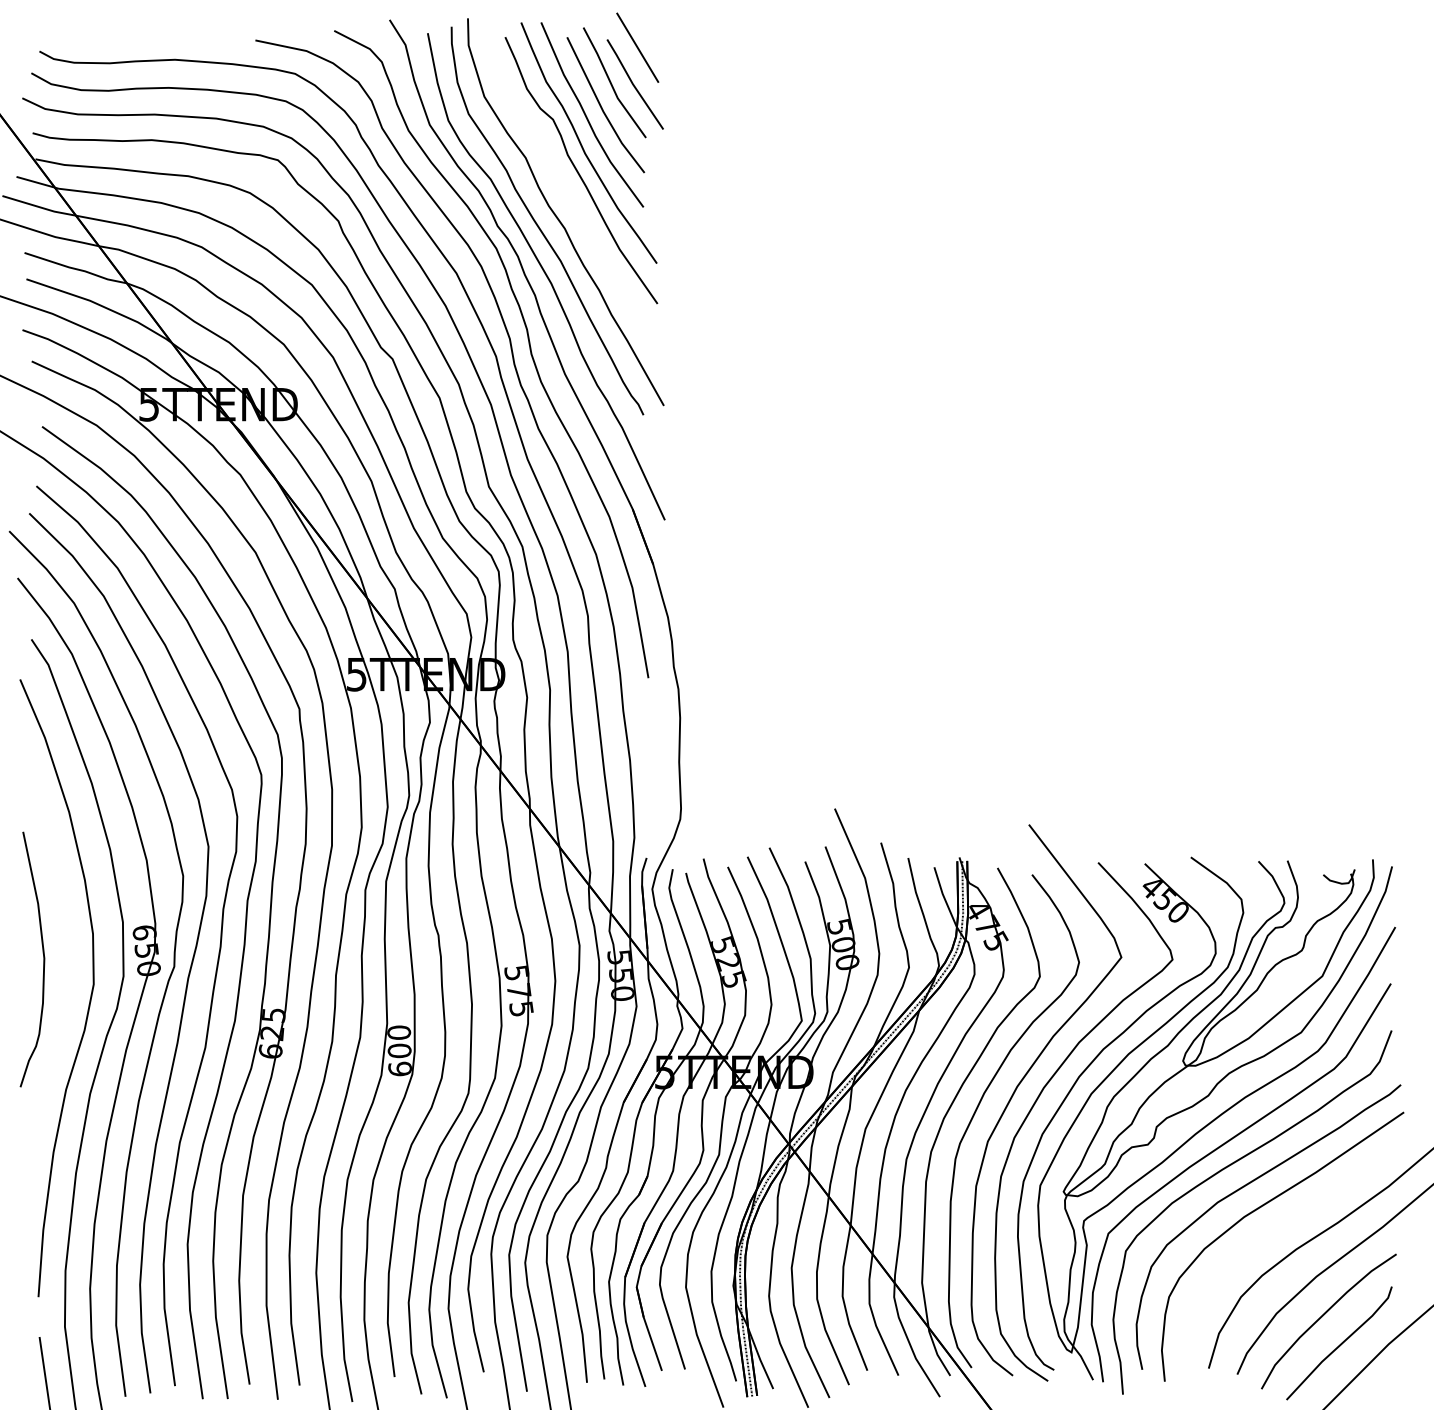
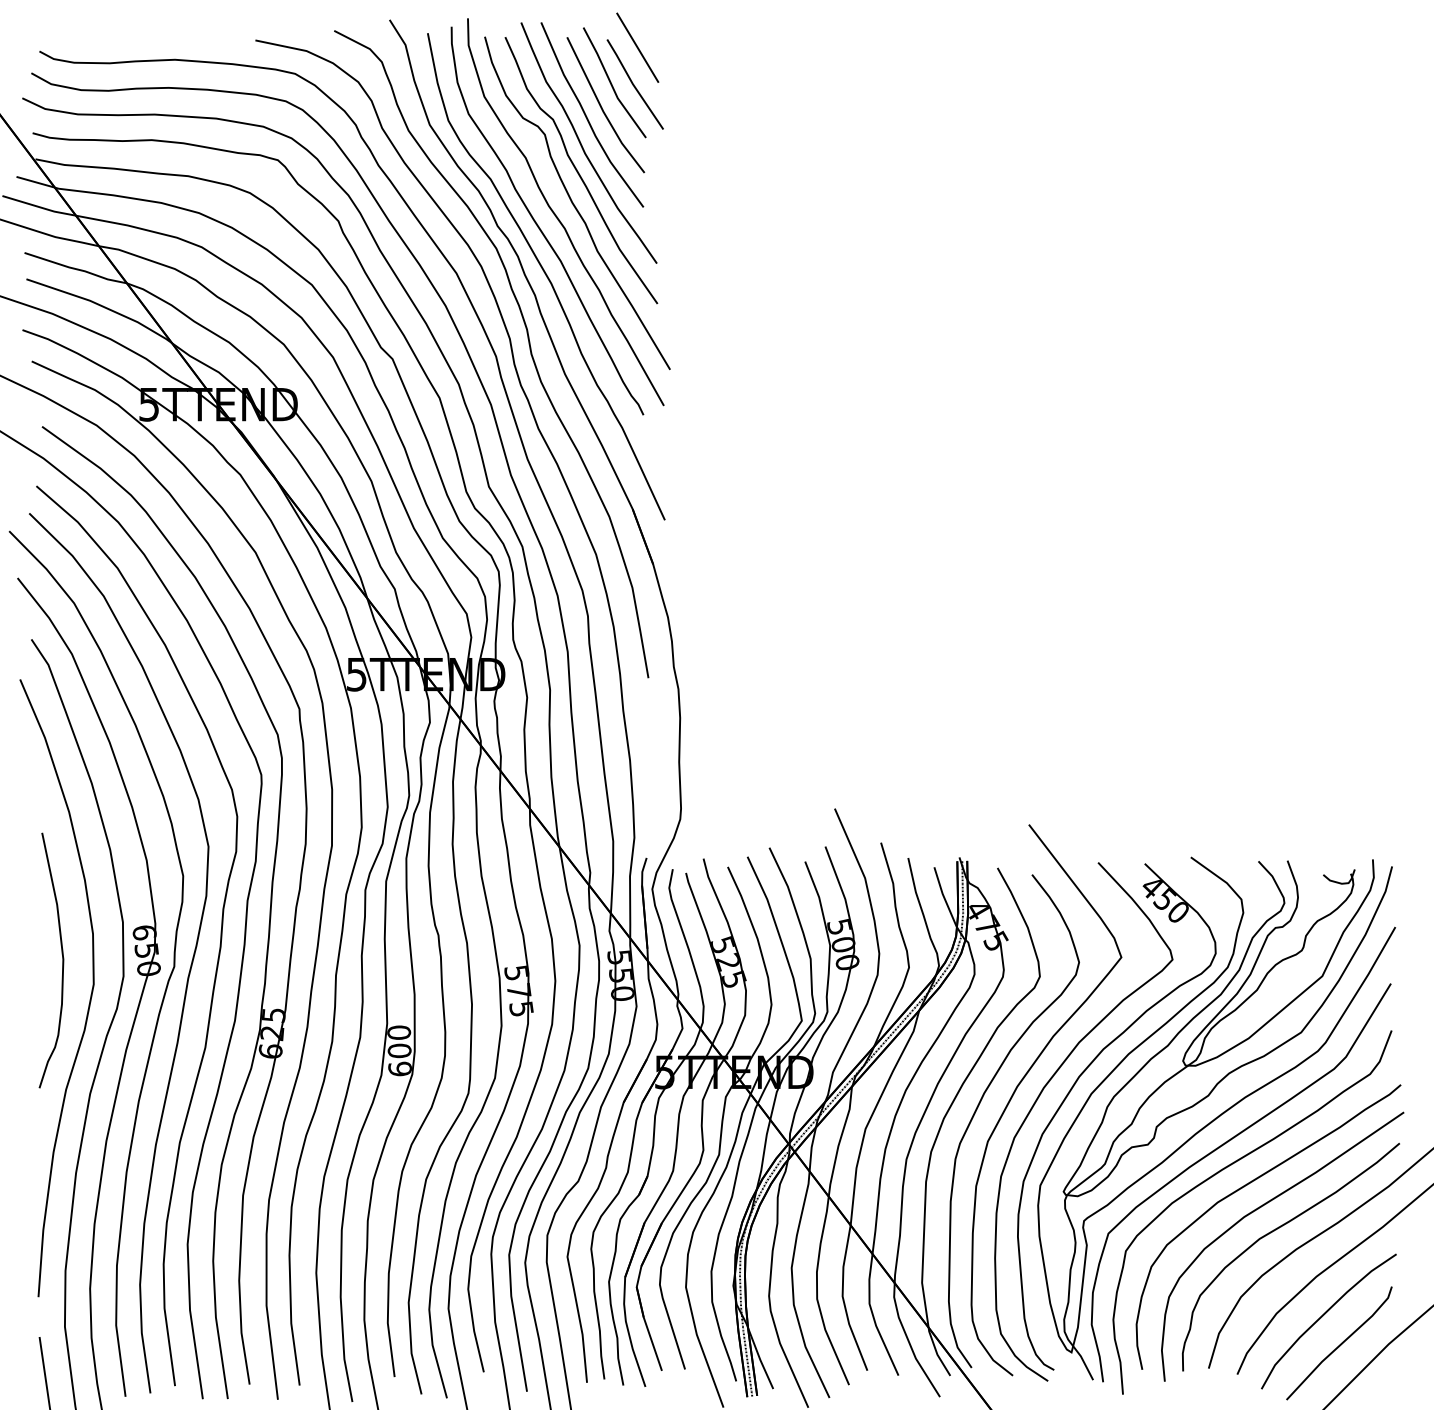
part at (577, 202): none -> present
curve at (43, 959) position: (43, 959) -> (62, 960)
curve at (1276, 1230): none -> present
